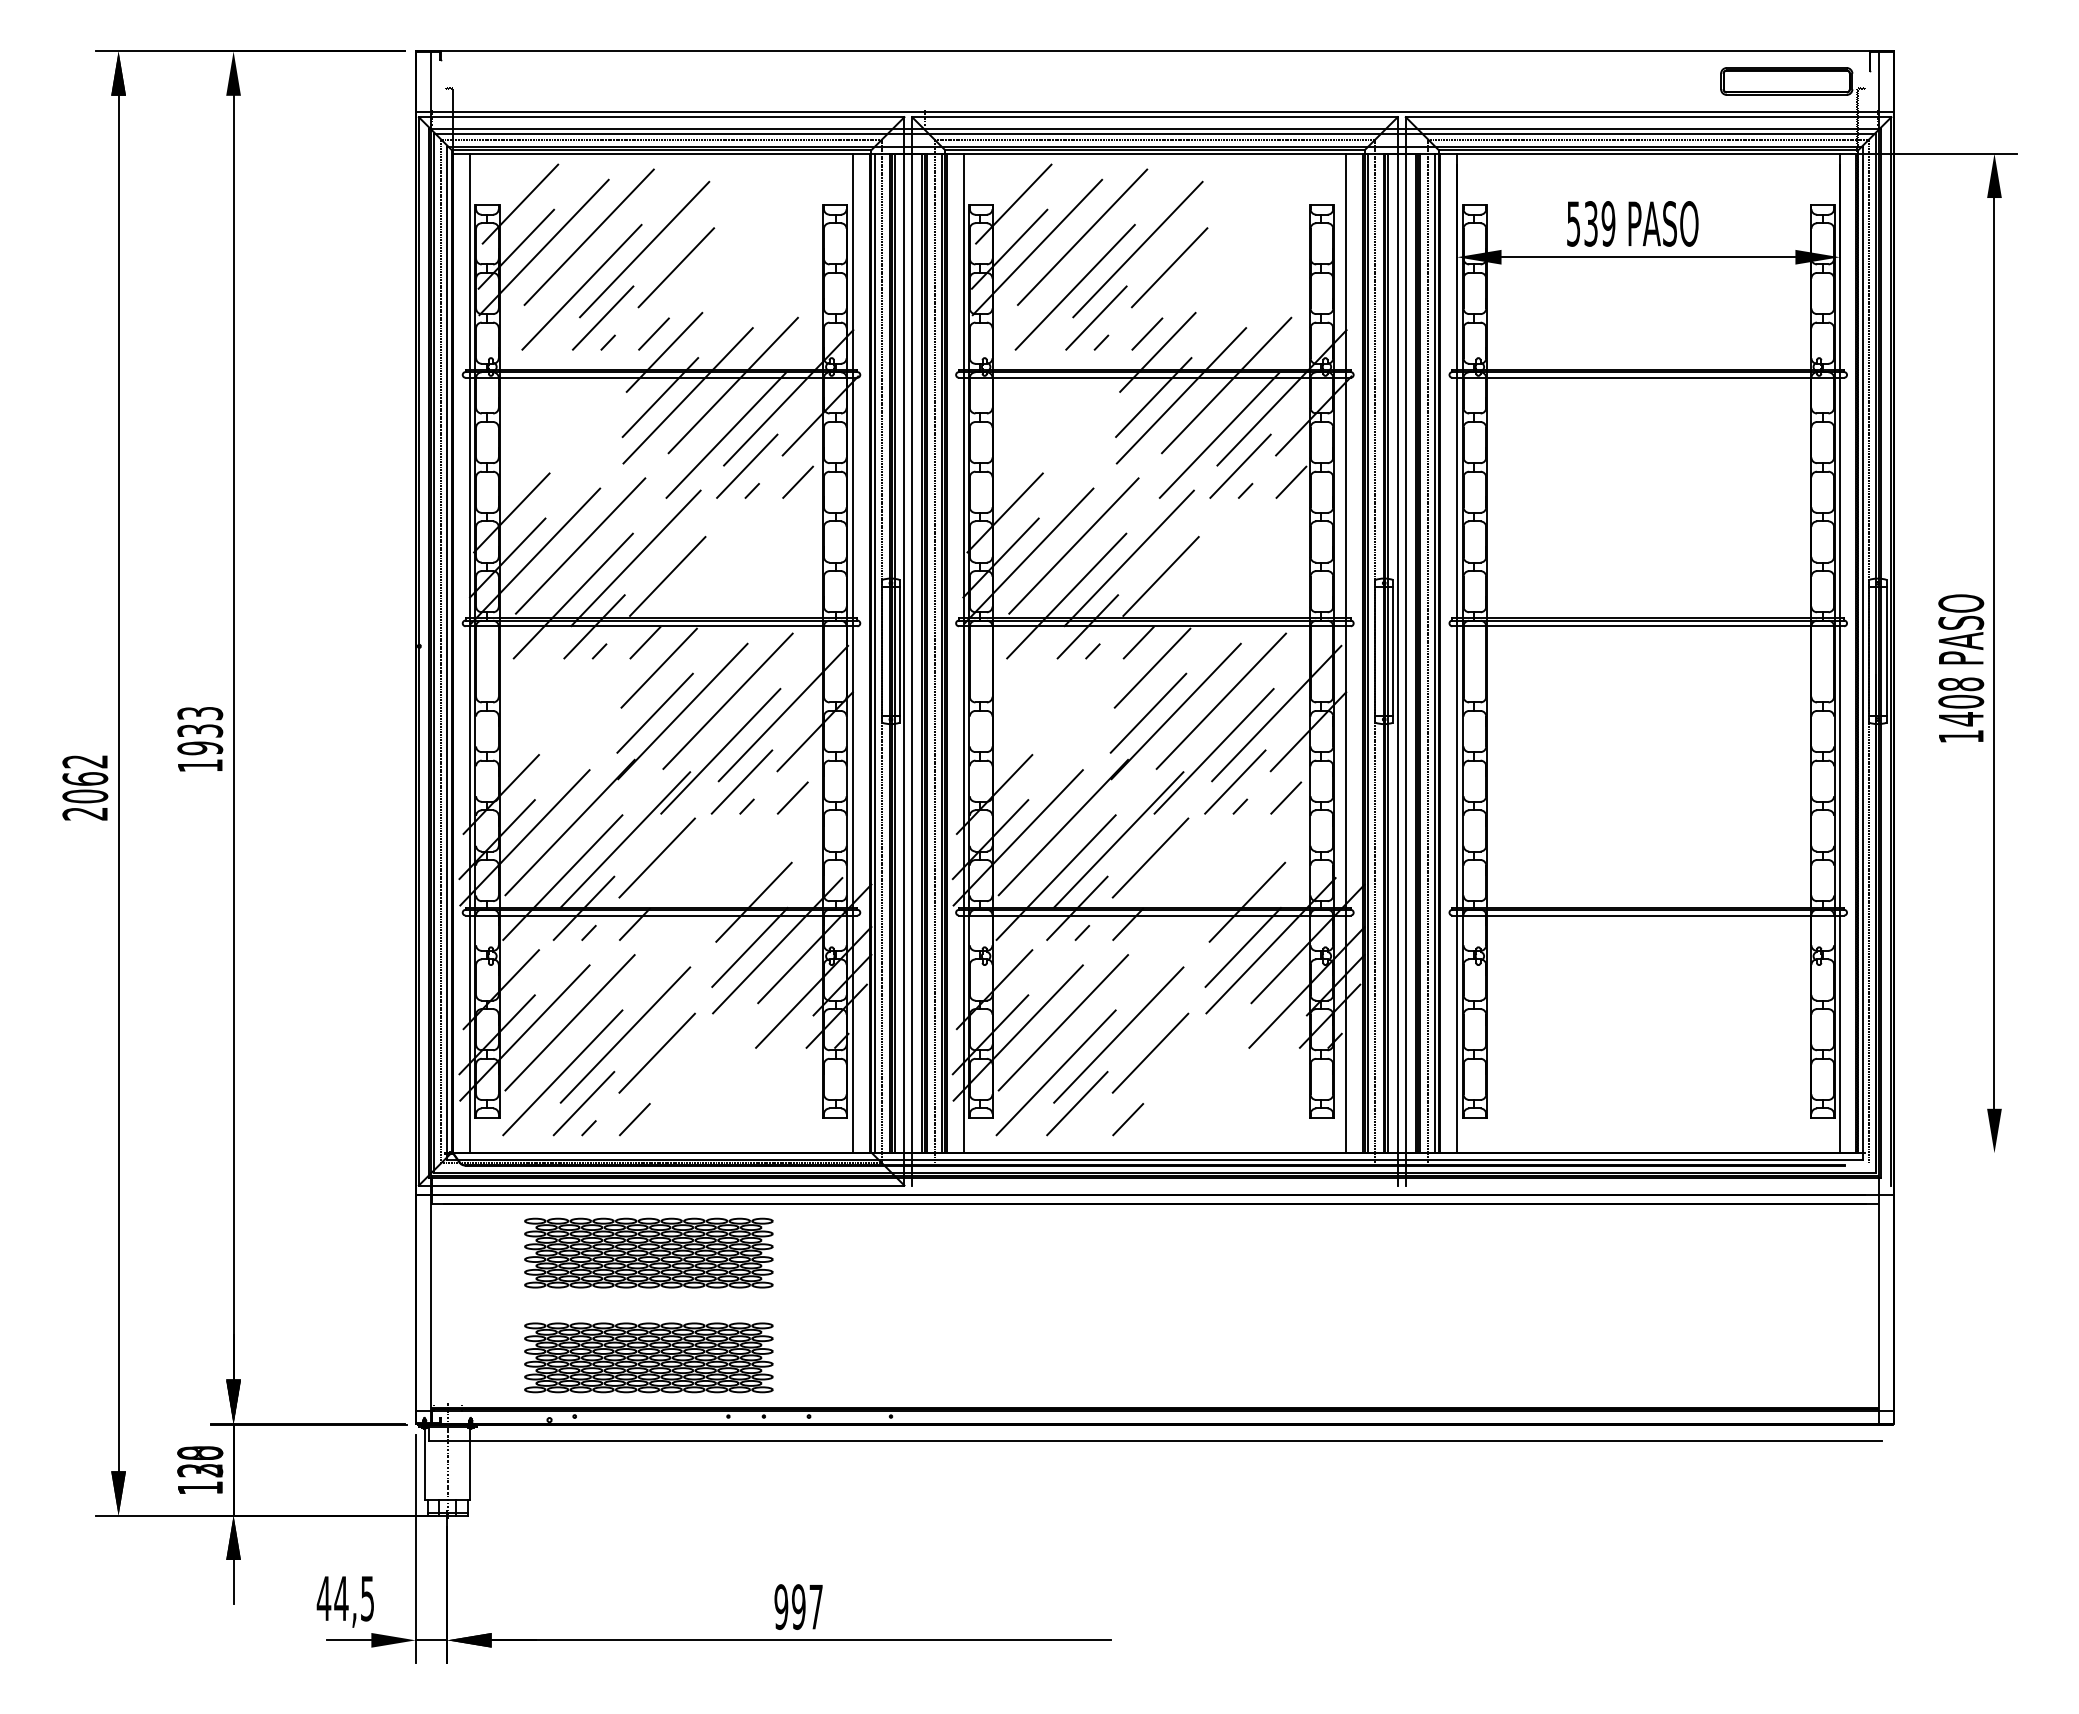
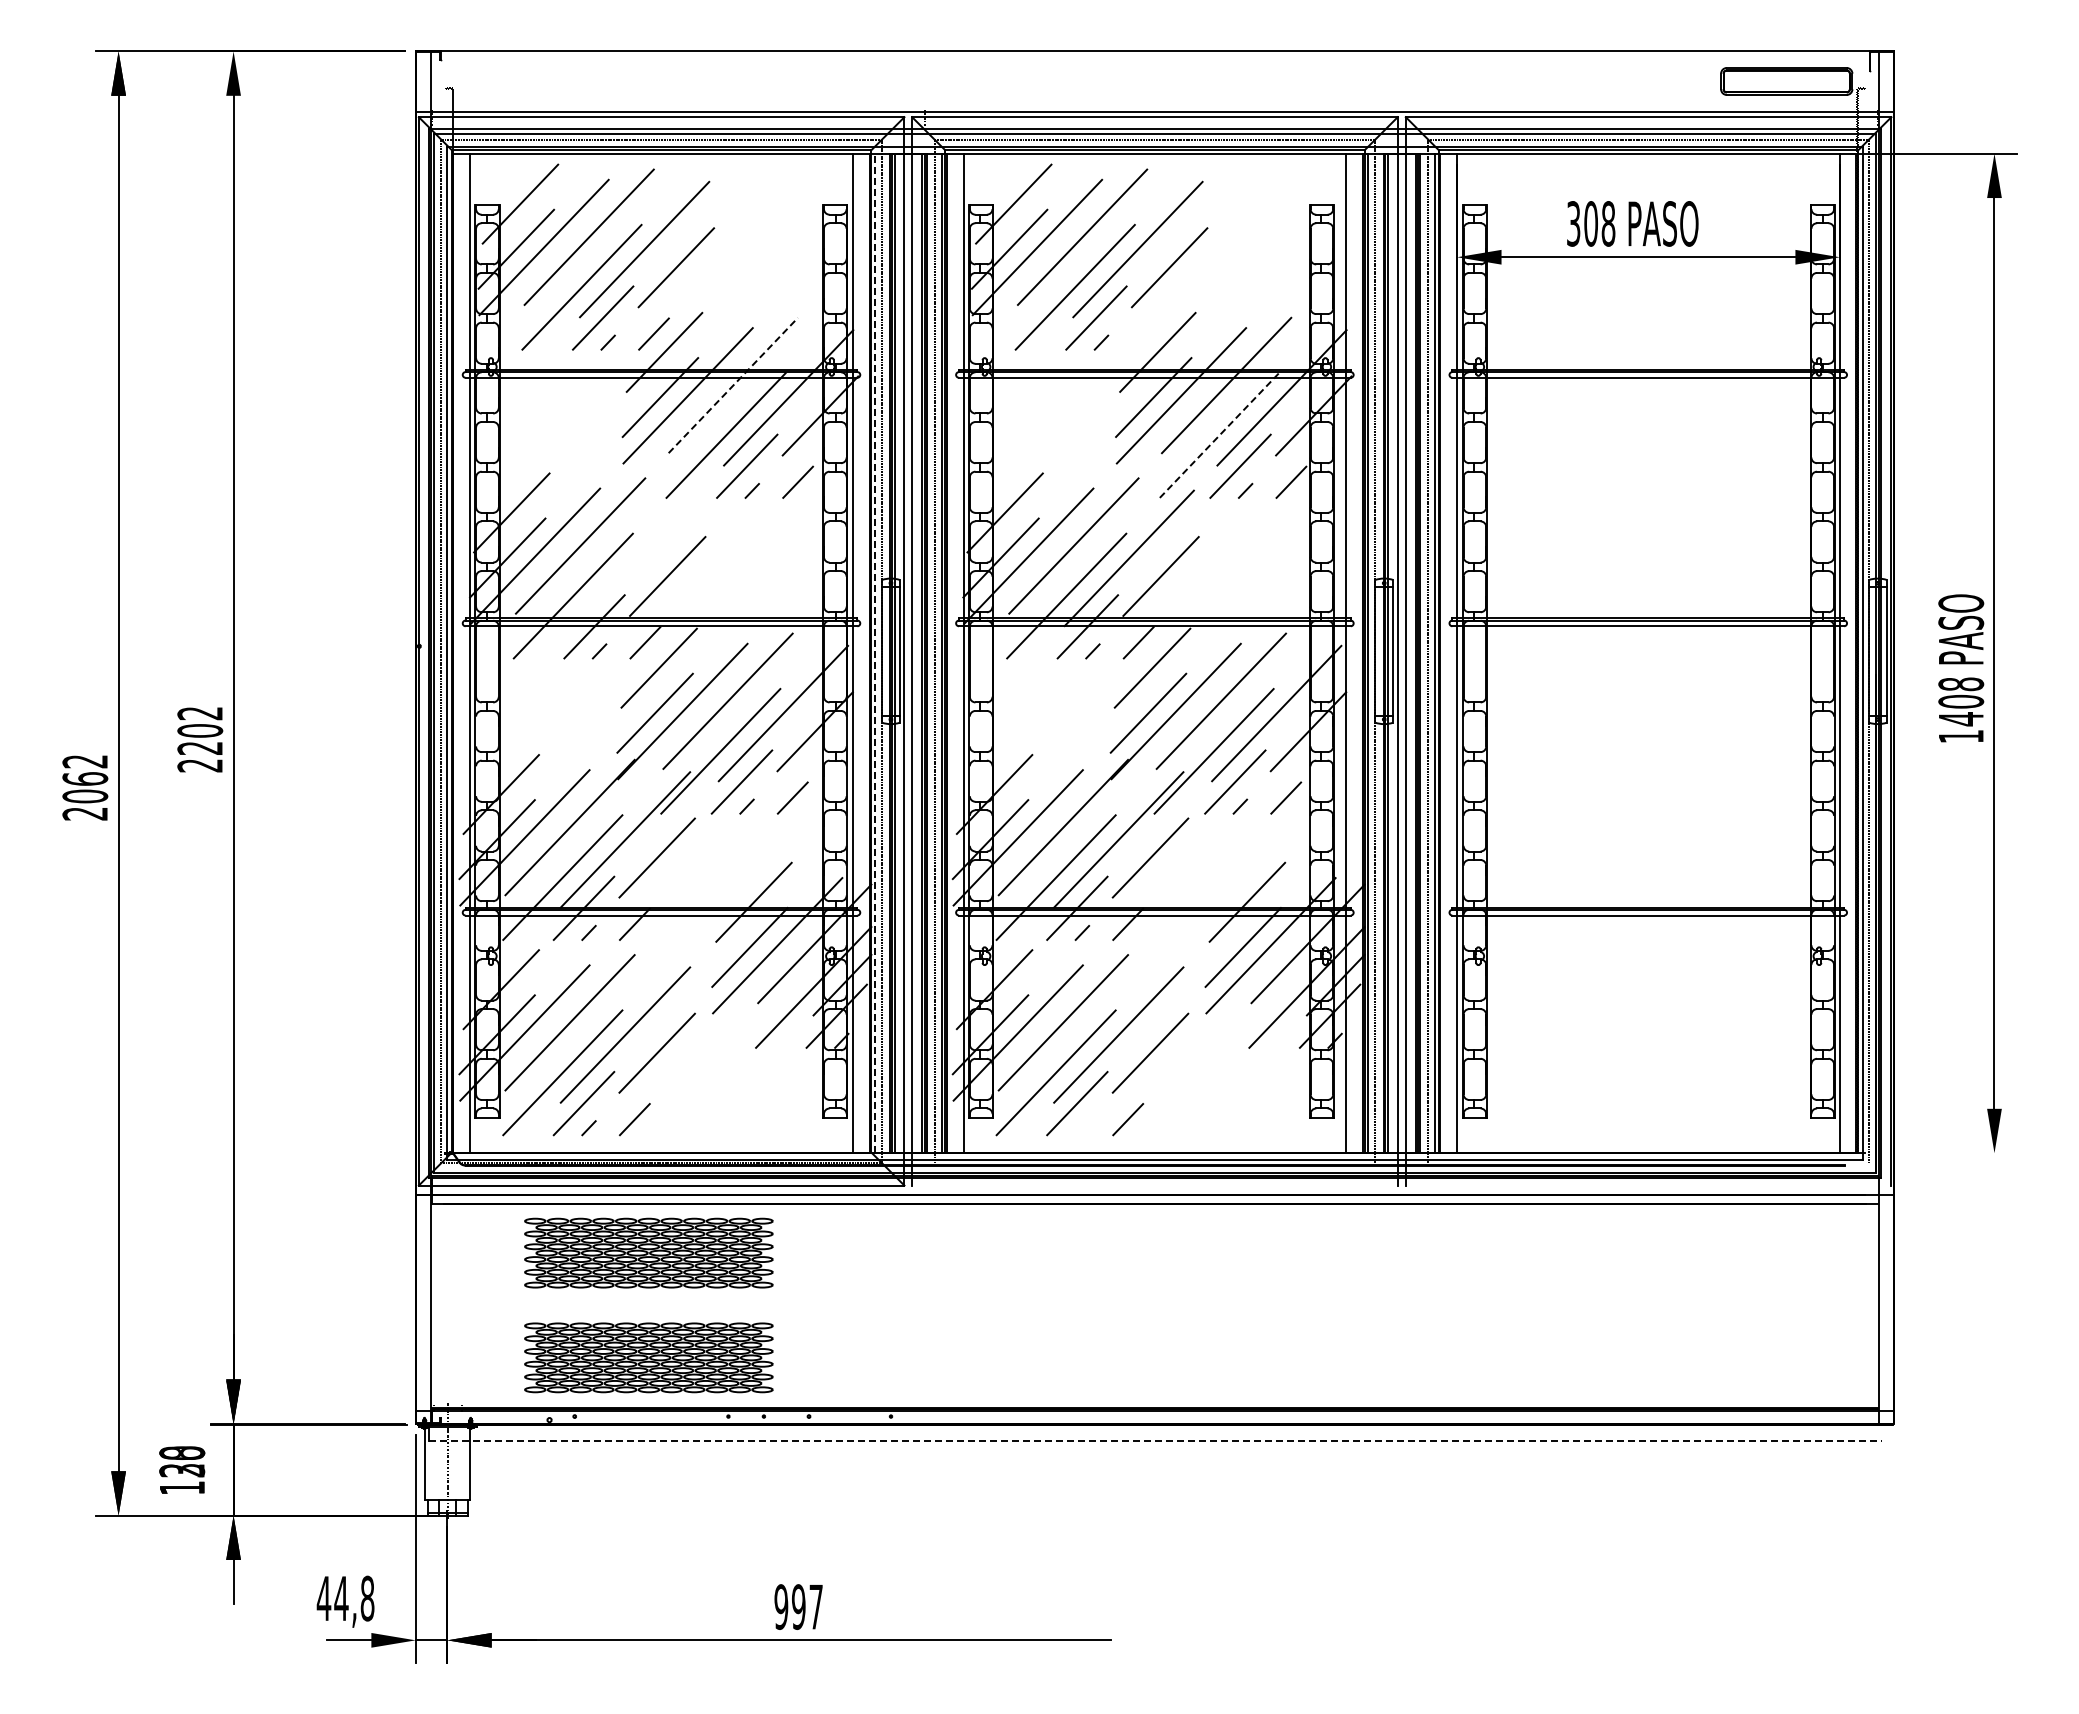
text at (1591, 223): 539 -> 308
line at (1147, 333): present -> none
line at (733, 385): solid -> dashed
line at (1219, 435): solid -> dashed
line at (635, 558): present -> none
line at (875, 653): solid -> dashed
text at (200, 739): 1933 -> 2202
line at (1155, 1440): solid -> dashed
text at (200, 1469) position: (200, 1469) -> (182, 1469)
text at (367, 1598): 44,5 -> 44,8
